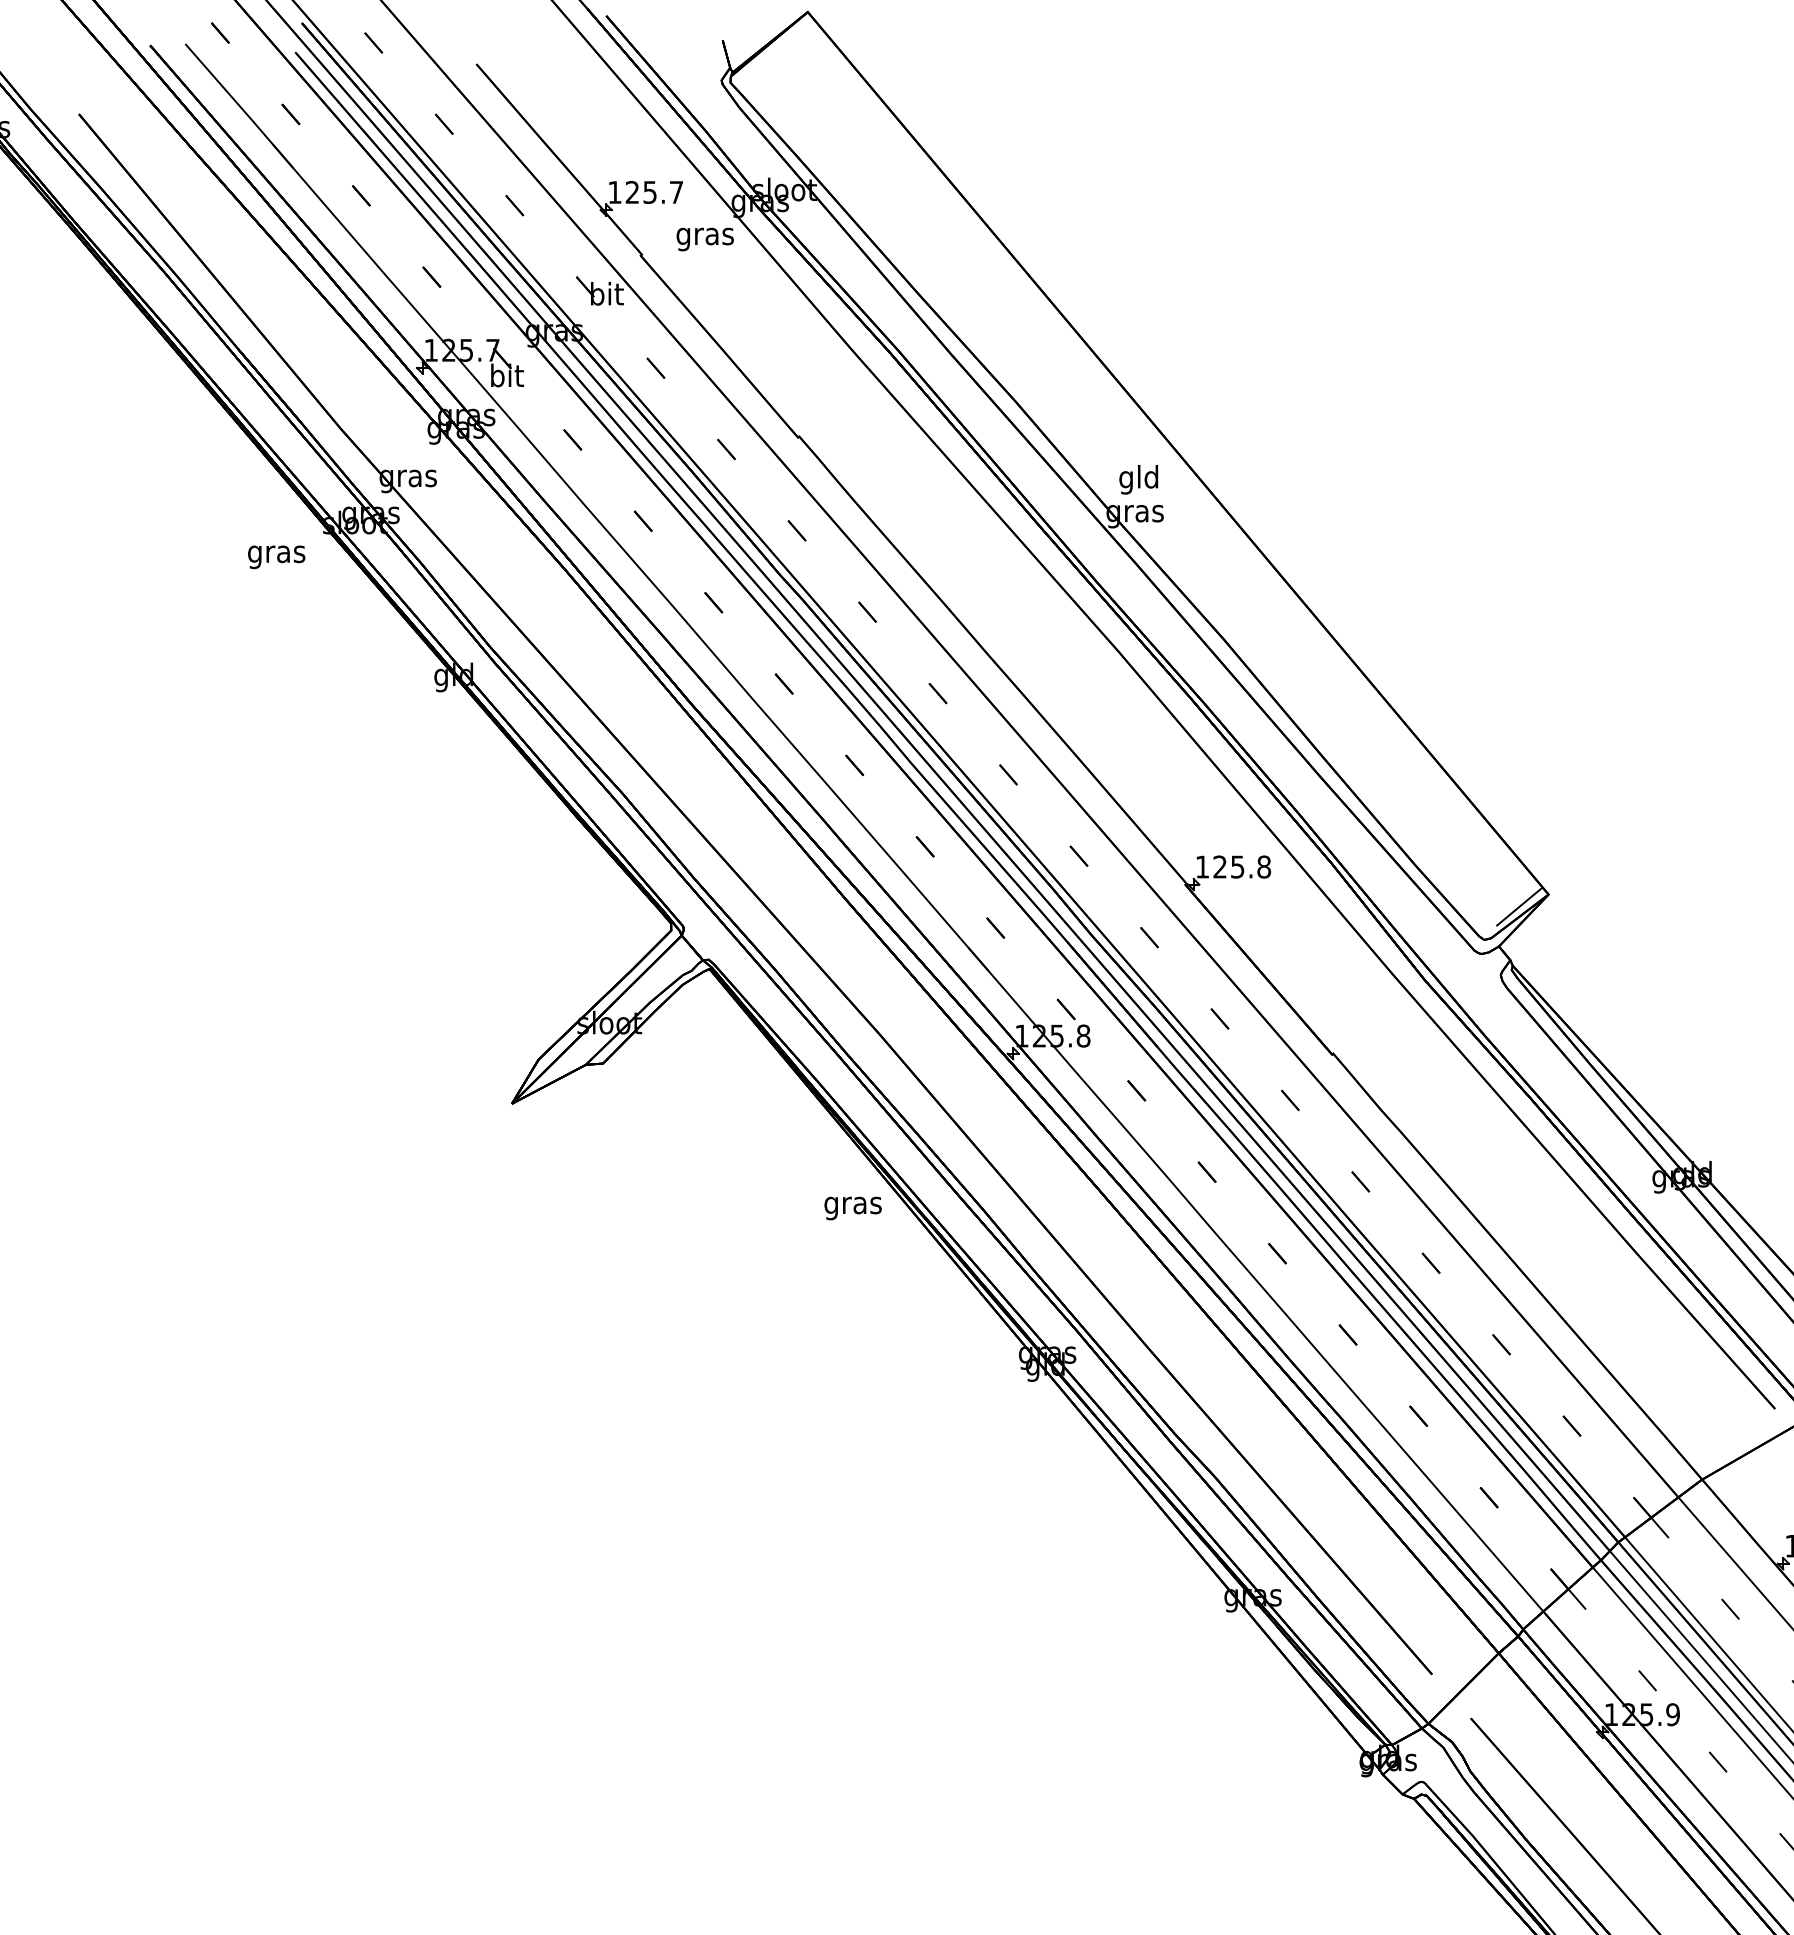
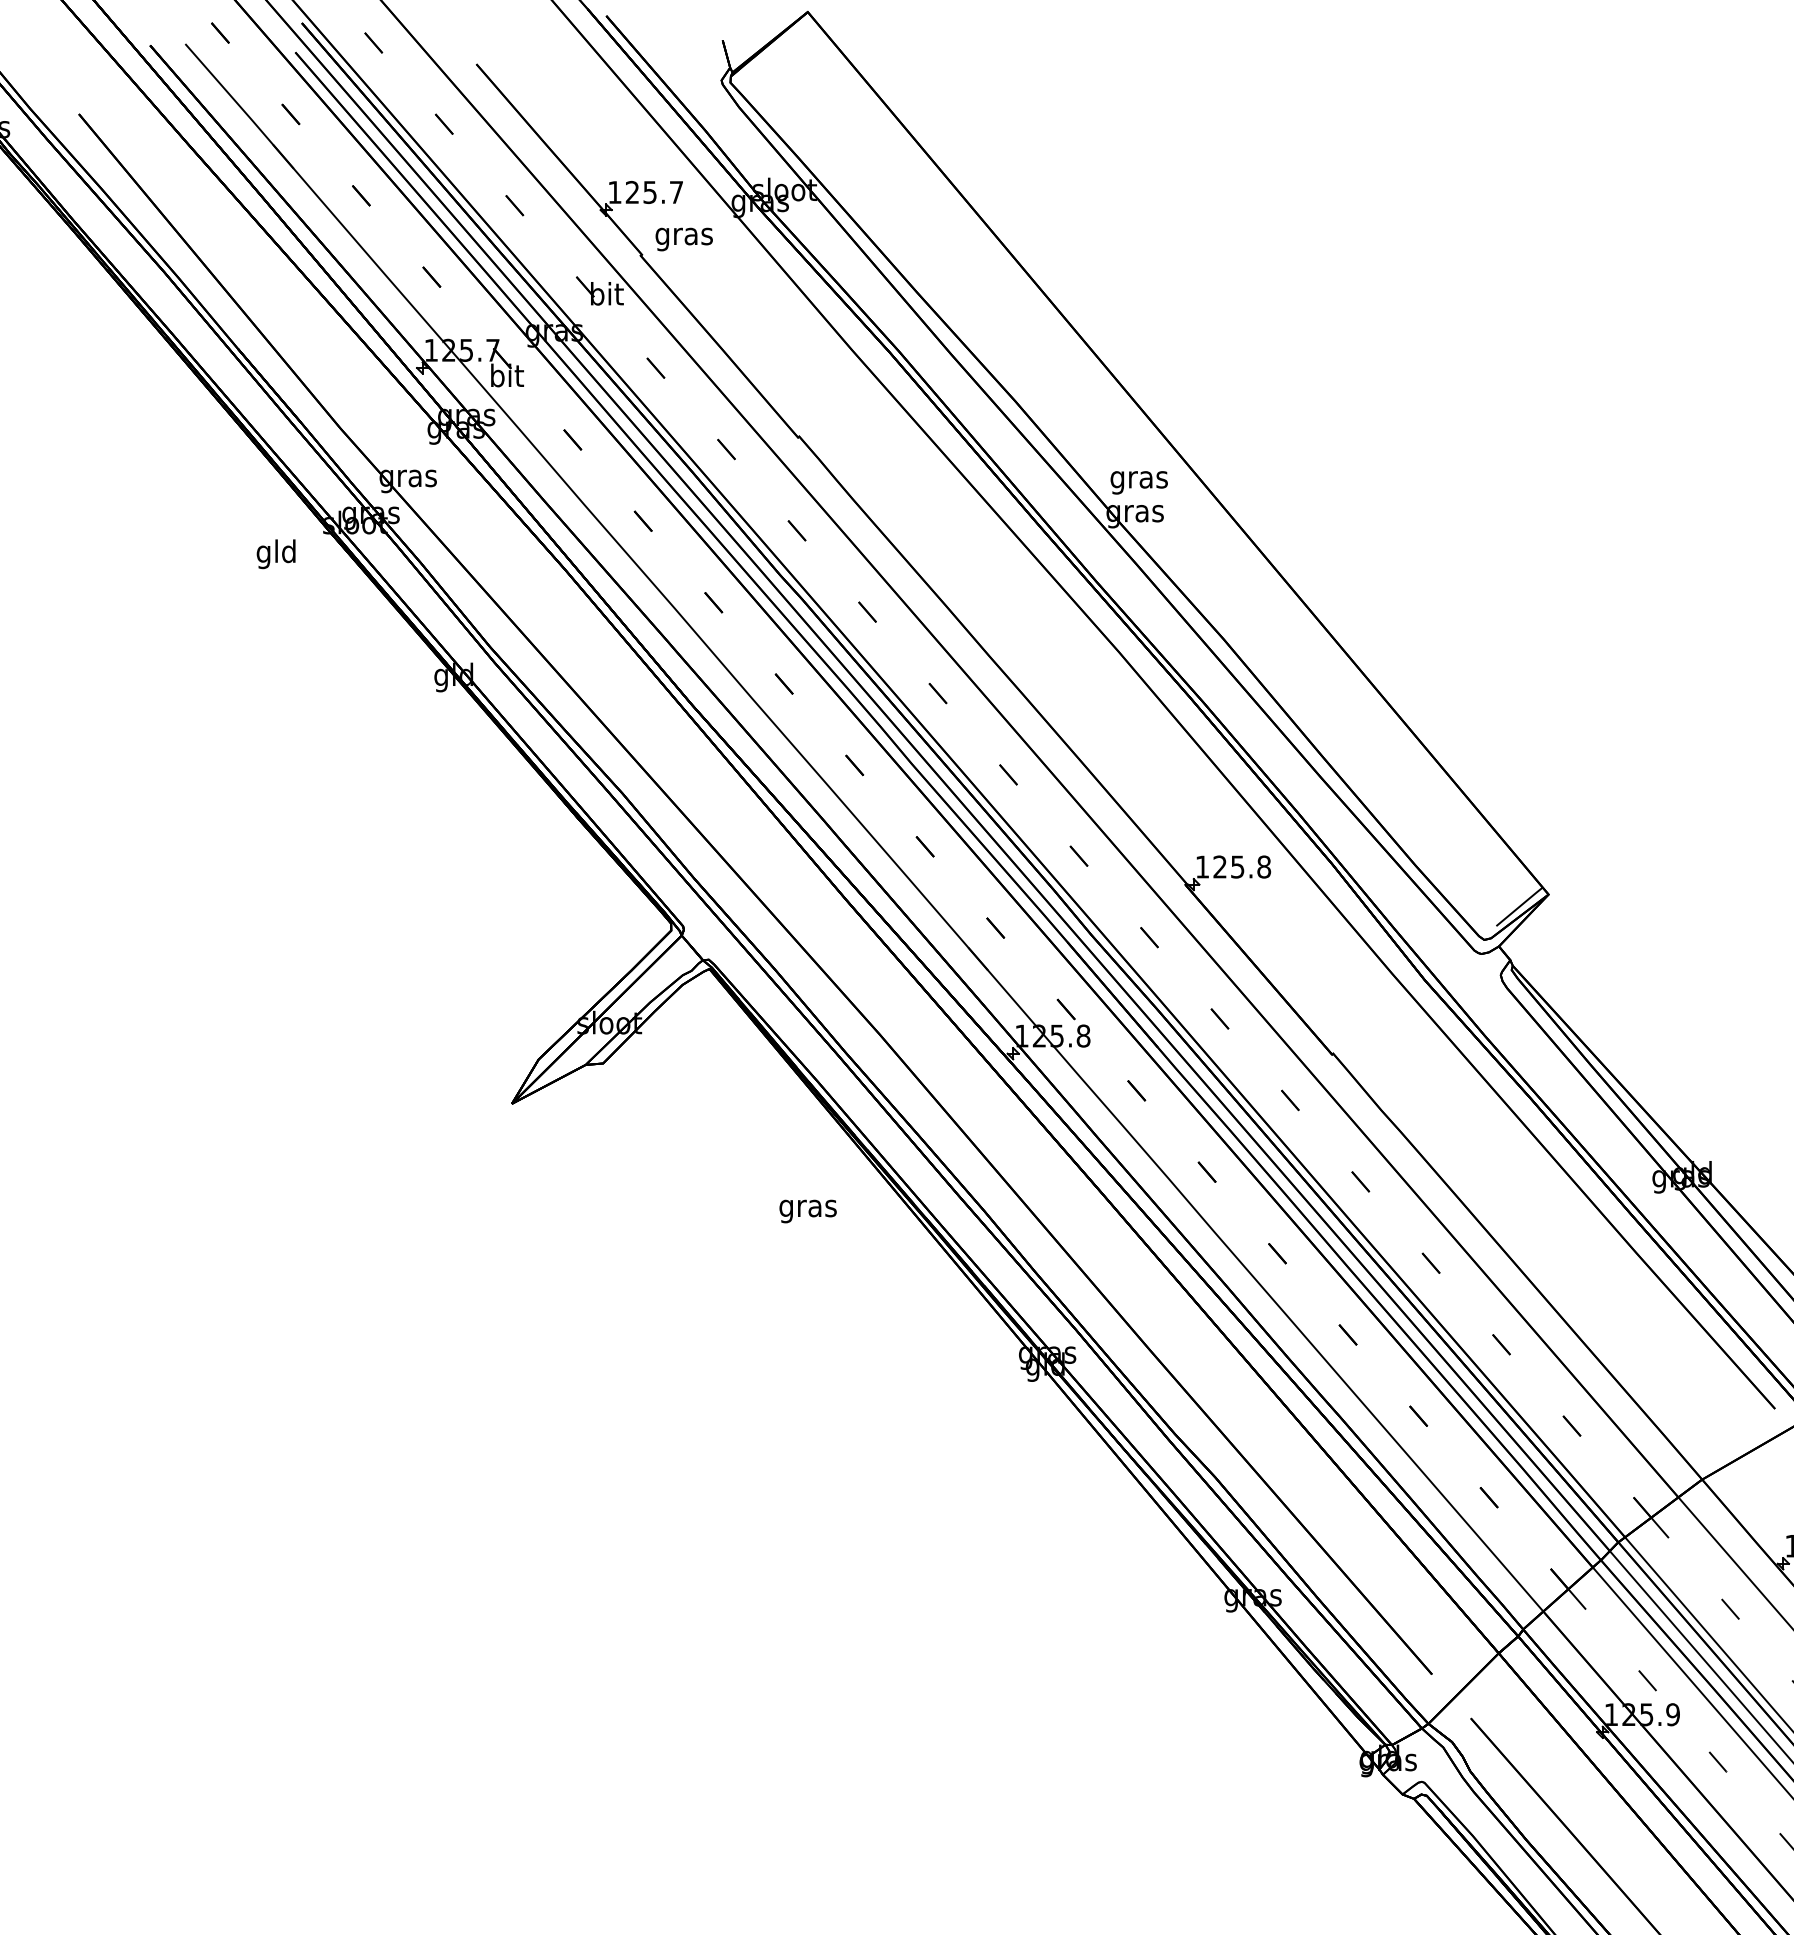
text at (704, 239) position: (704, 239) -> (683, 239)
text at (1138, 479): gld -> gras
text at (276, 554): gras -> gld
text at (852, 1208) position: (852, 1208) -> (807, 1211)
